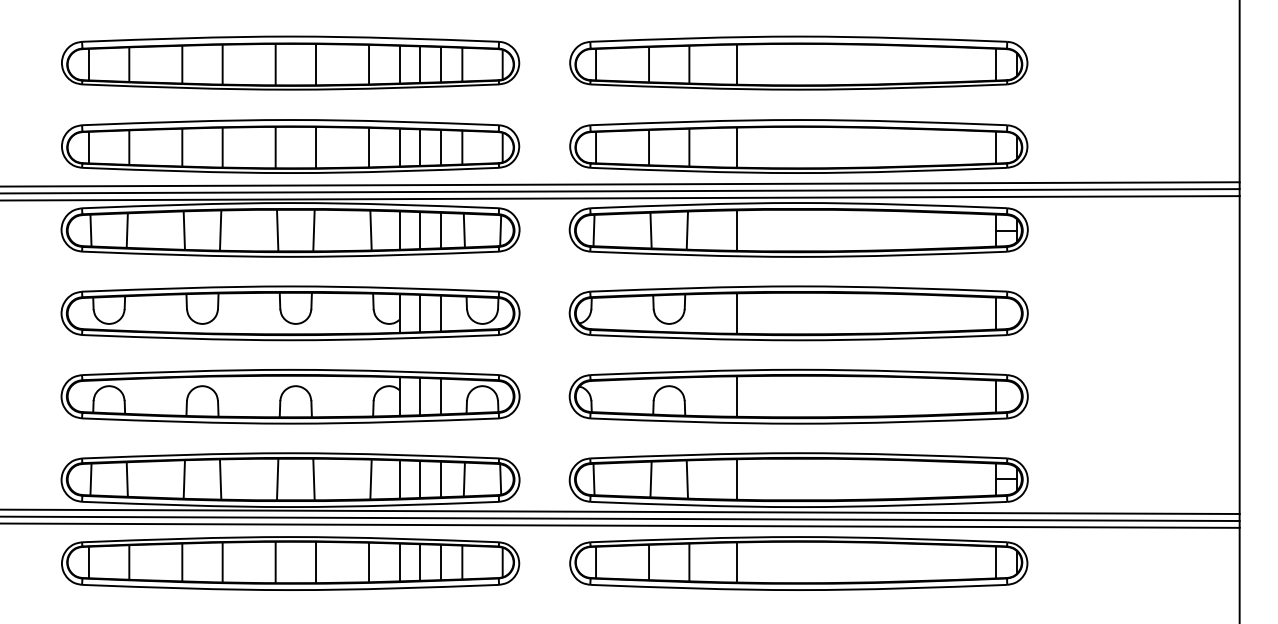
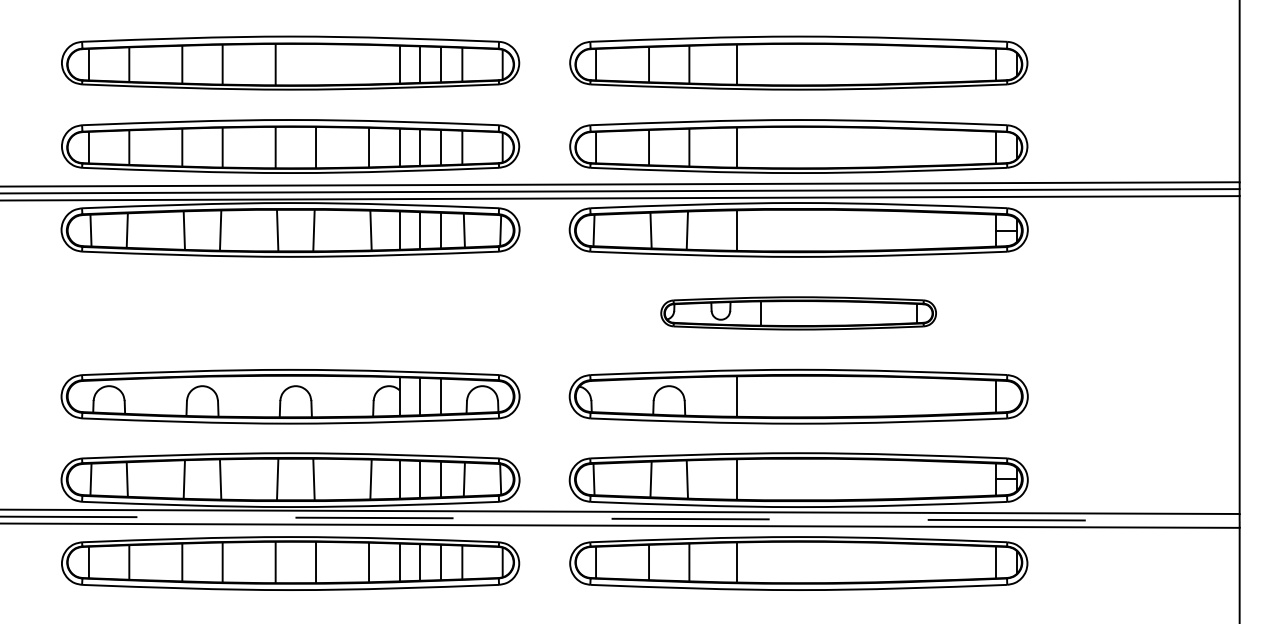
line at (316, 64): present -> none
line at (369, 64): present -> none
part at (290, 313): present -> none
part at (798, 313) size: 461x57 px -> 277x35 px
line at (620, 518): solid -> dashed
